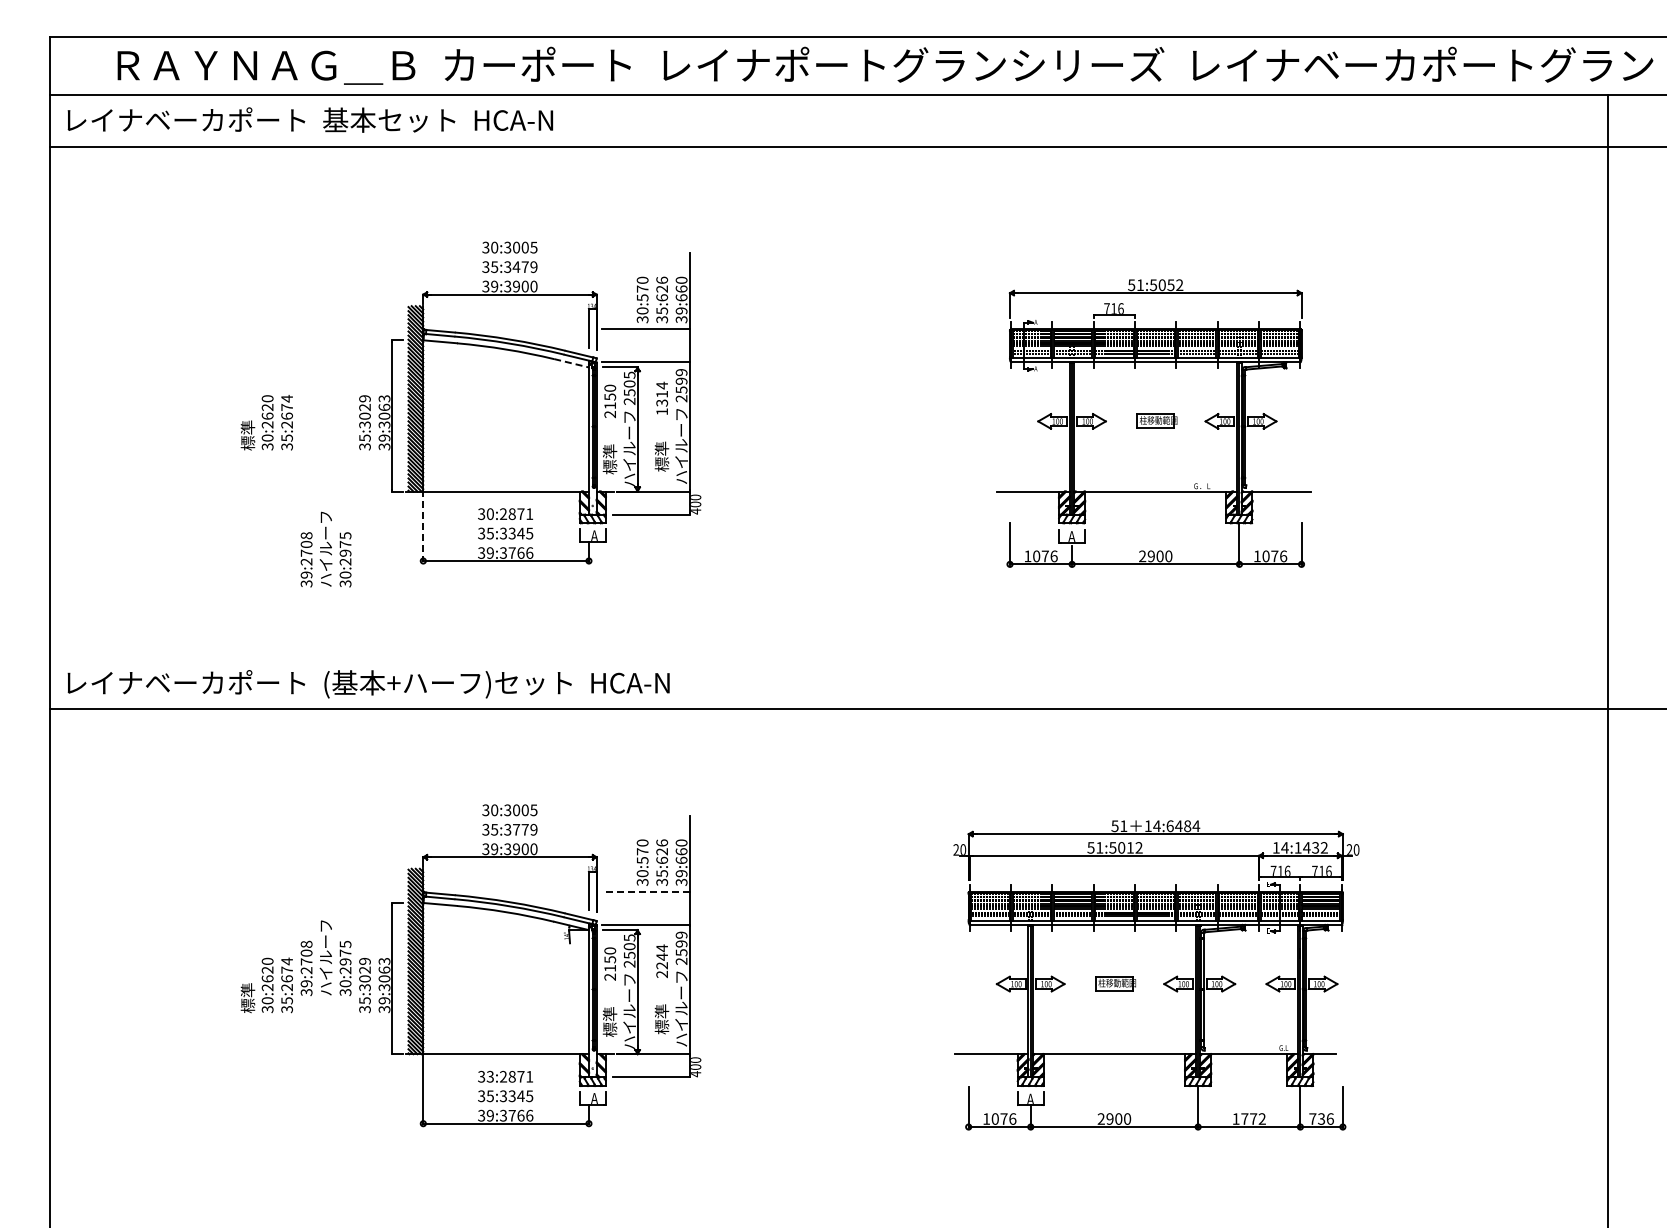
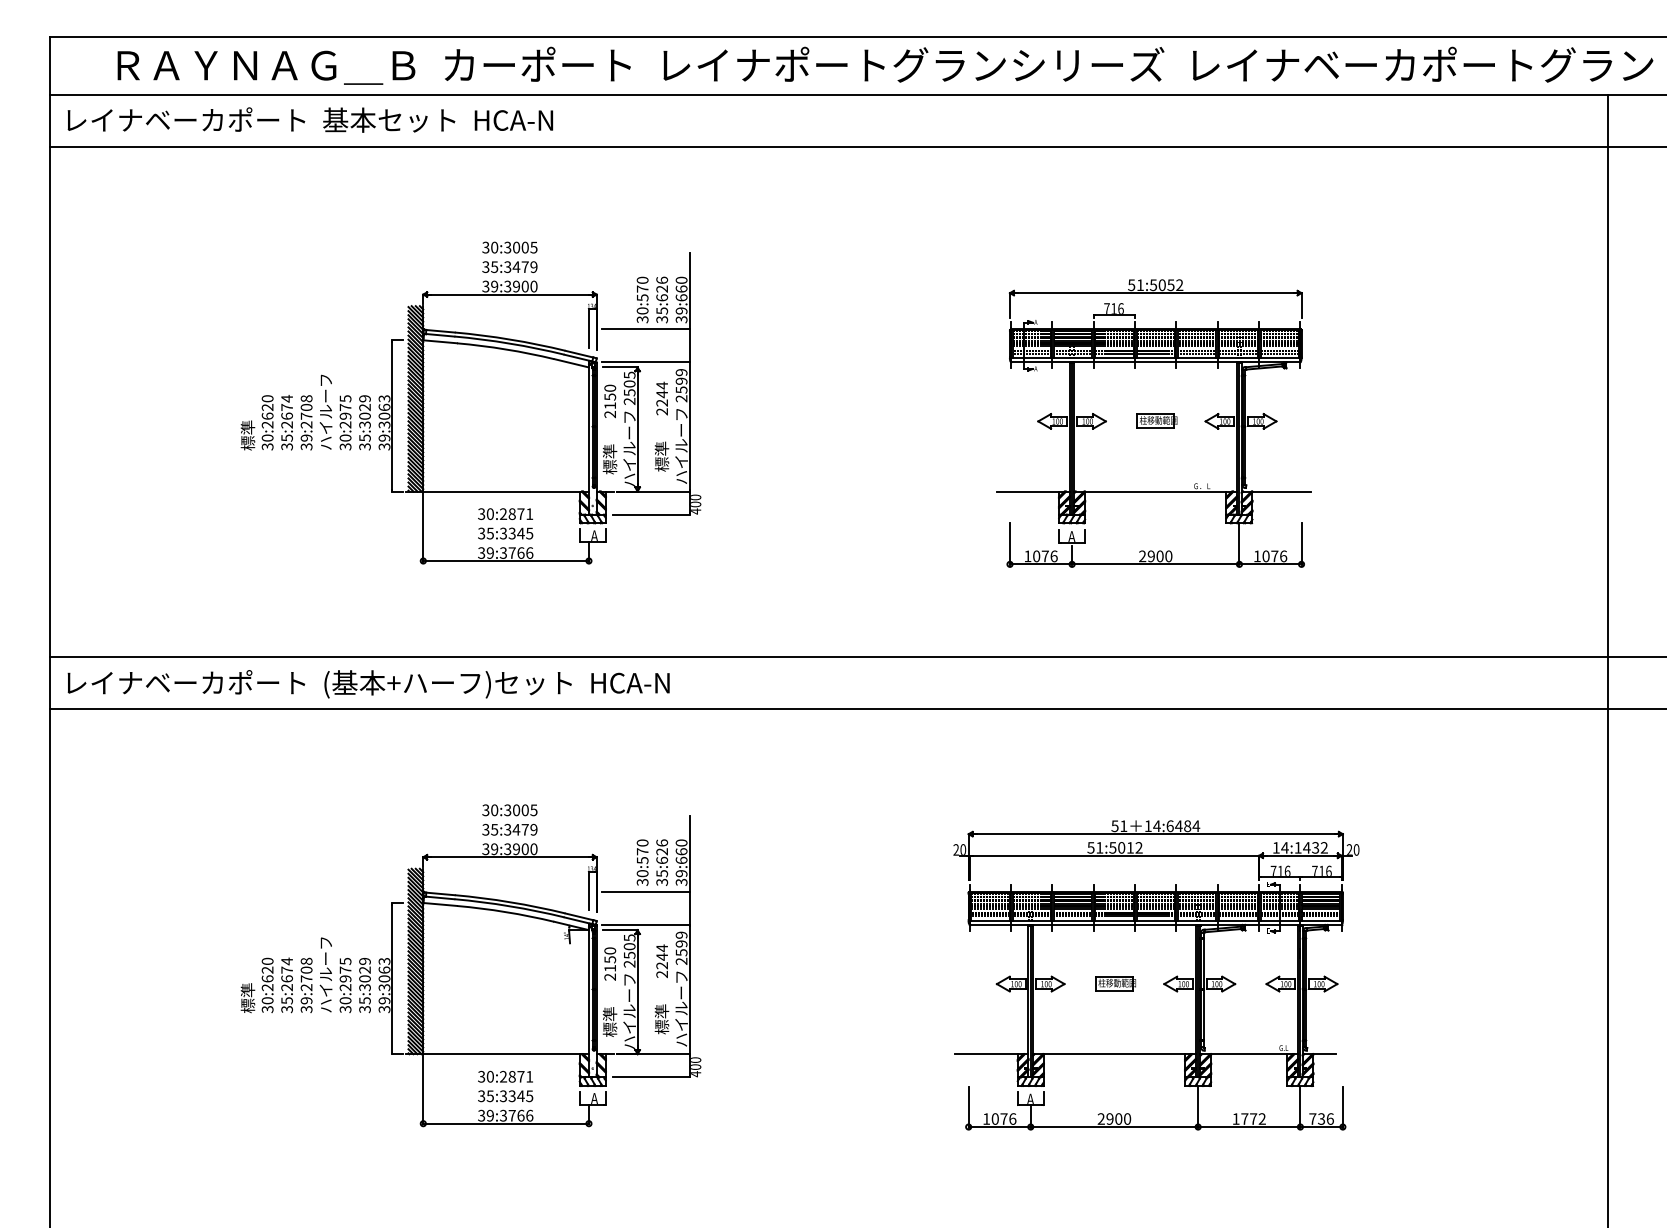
line at (571, 363): dashed -> solid
text at (662, 402): 1314 -> 2244
line at (423, 525): dashed -> solid
text at (325, 549) position: (325, 549) -> (325, 412)
line at (856, 657): none -> present
text at (516, 829): 35:3779 -> 35:3479
line at (646, 891): dashed -> solid
text at (325, 957) position: (325, 957) -> (325, 974)
text at (489, 1076): 33:2871 -> 30:2871
